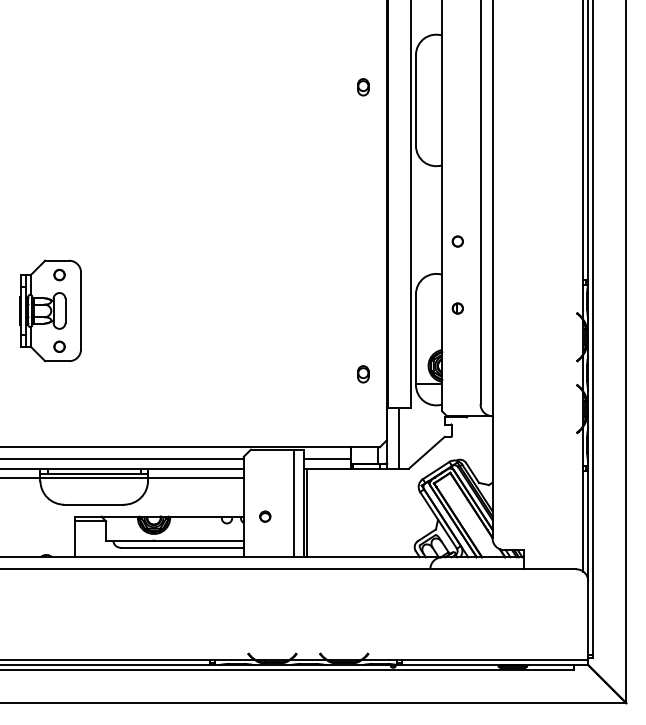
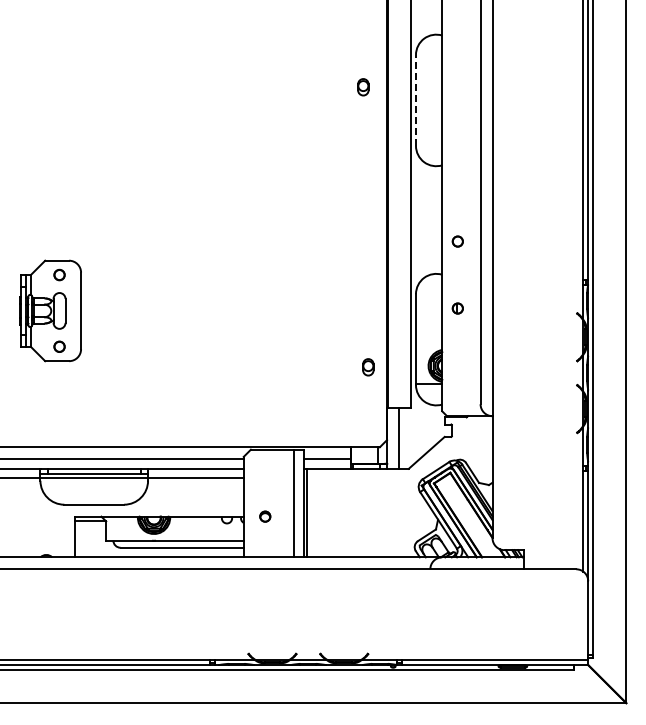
line at (415, 99): solid -> dashed
part at (363, 374) position: (363, 374) -> (368, 367)
